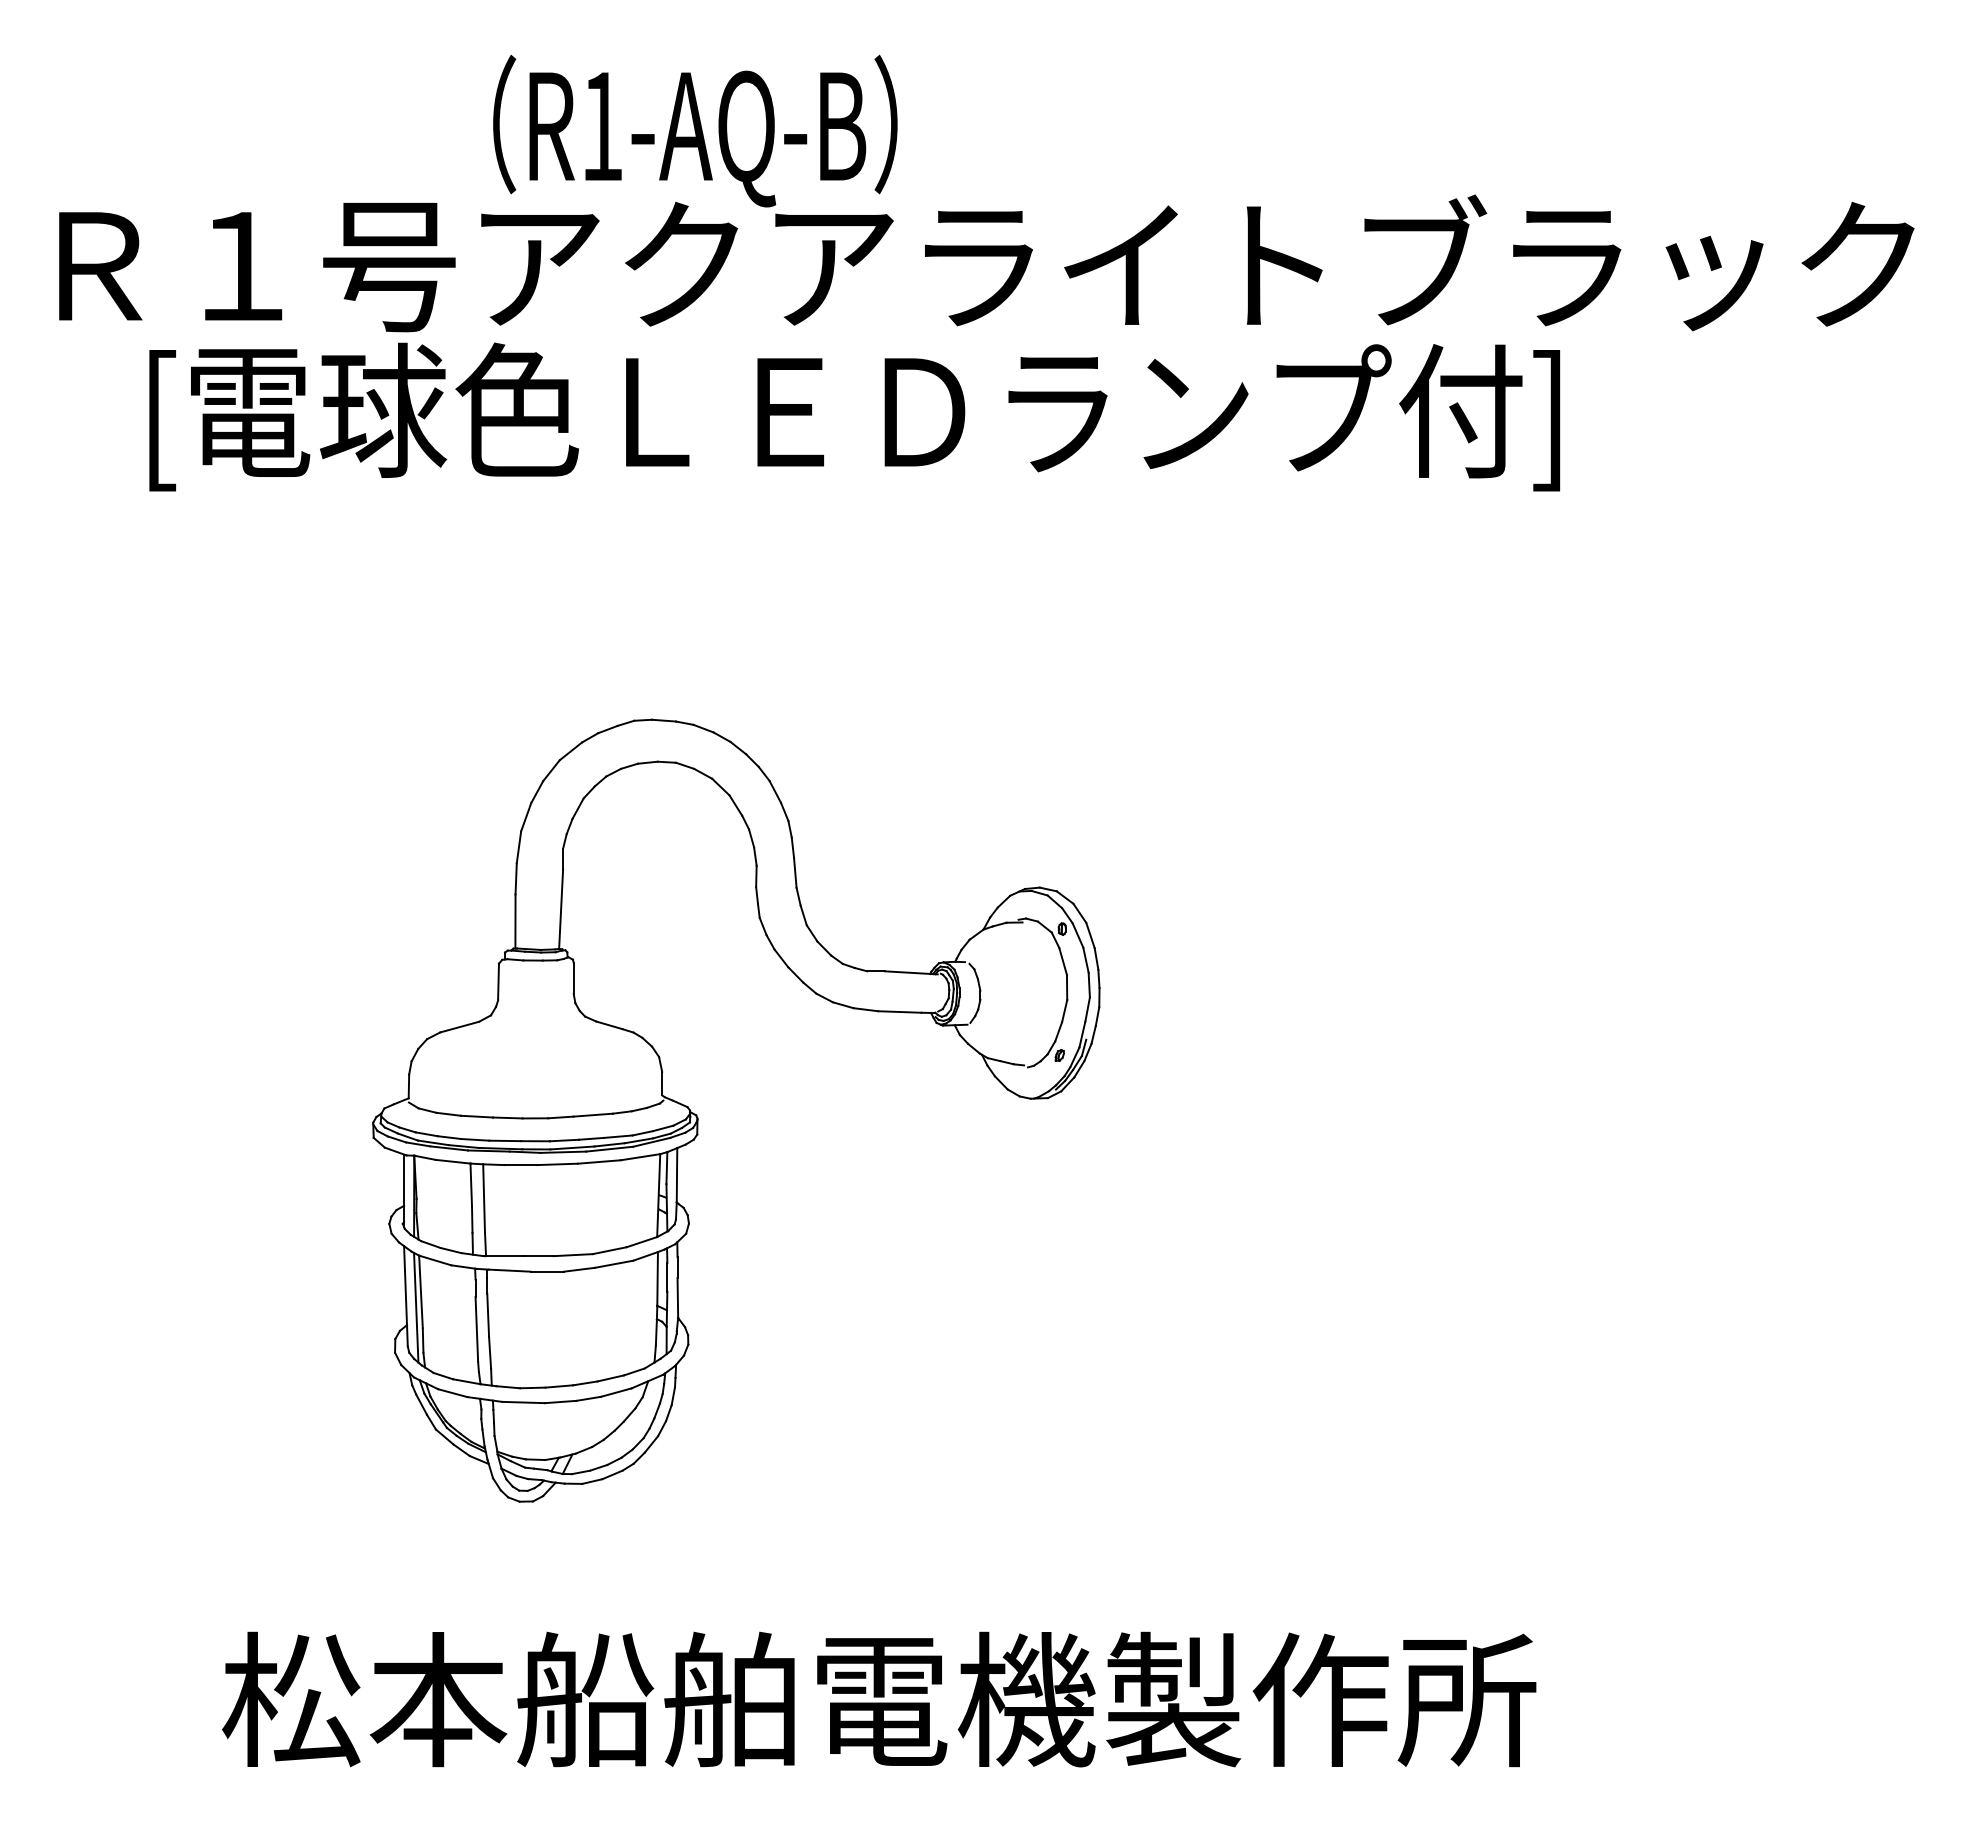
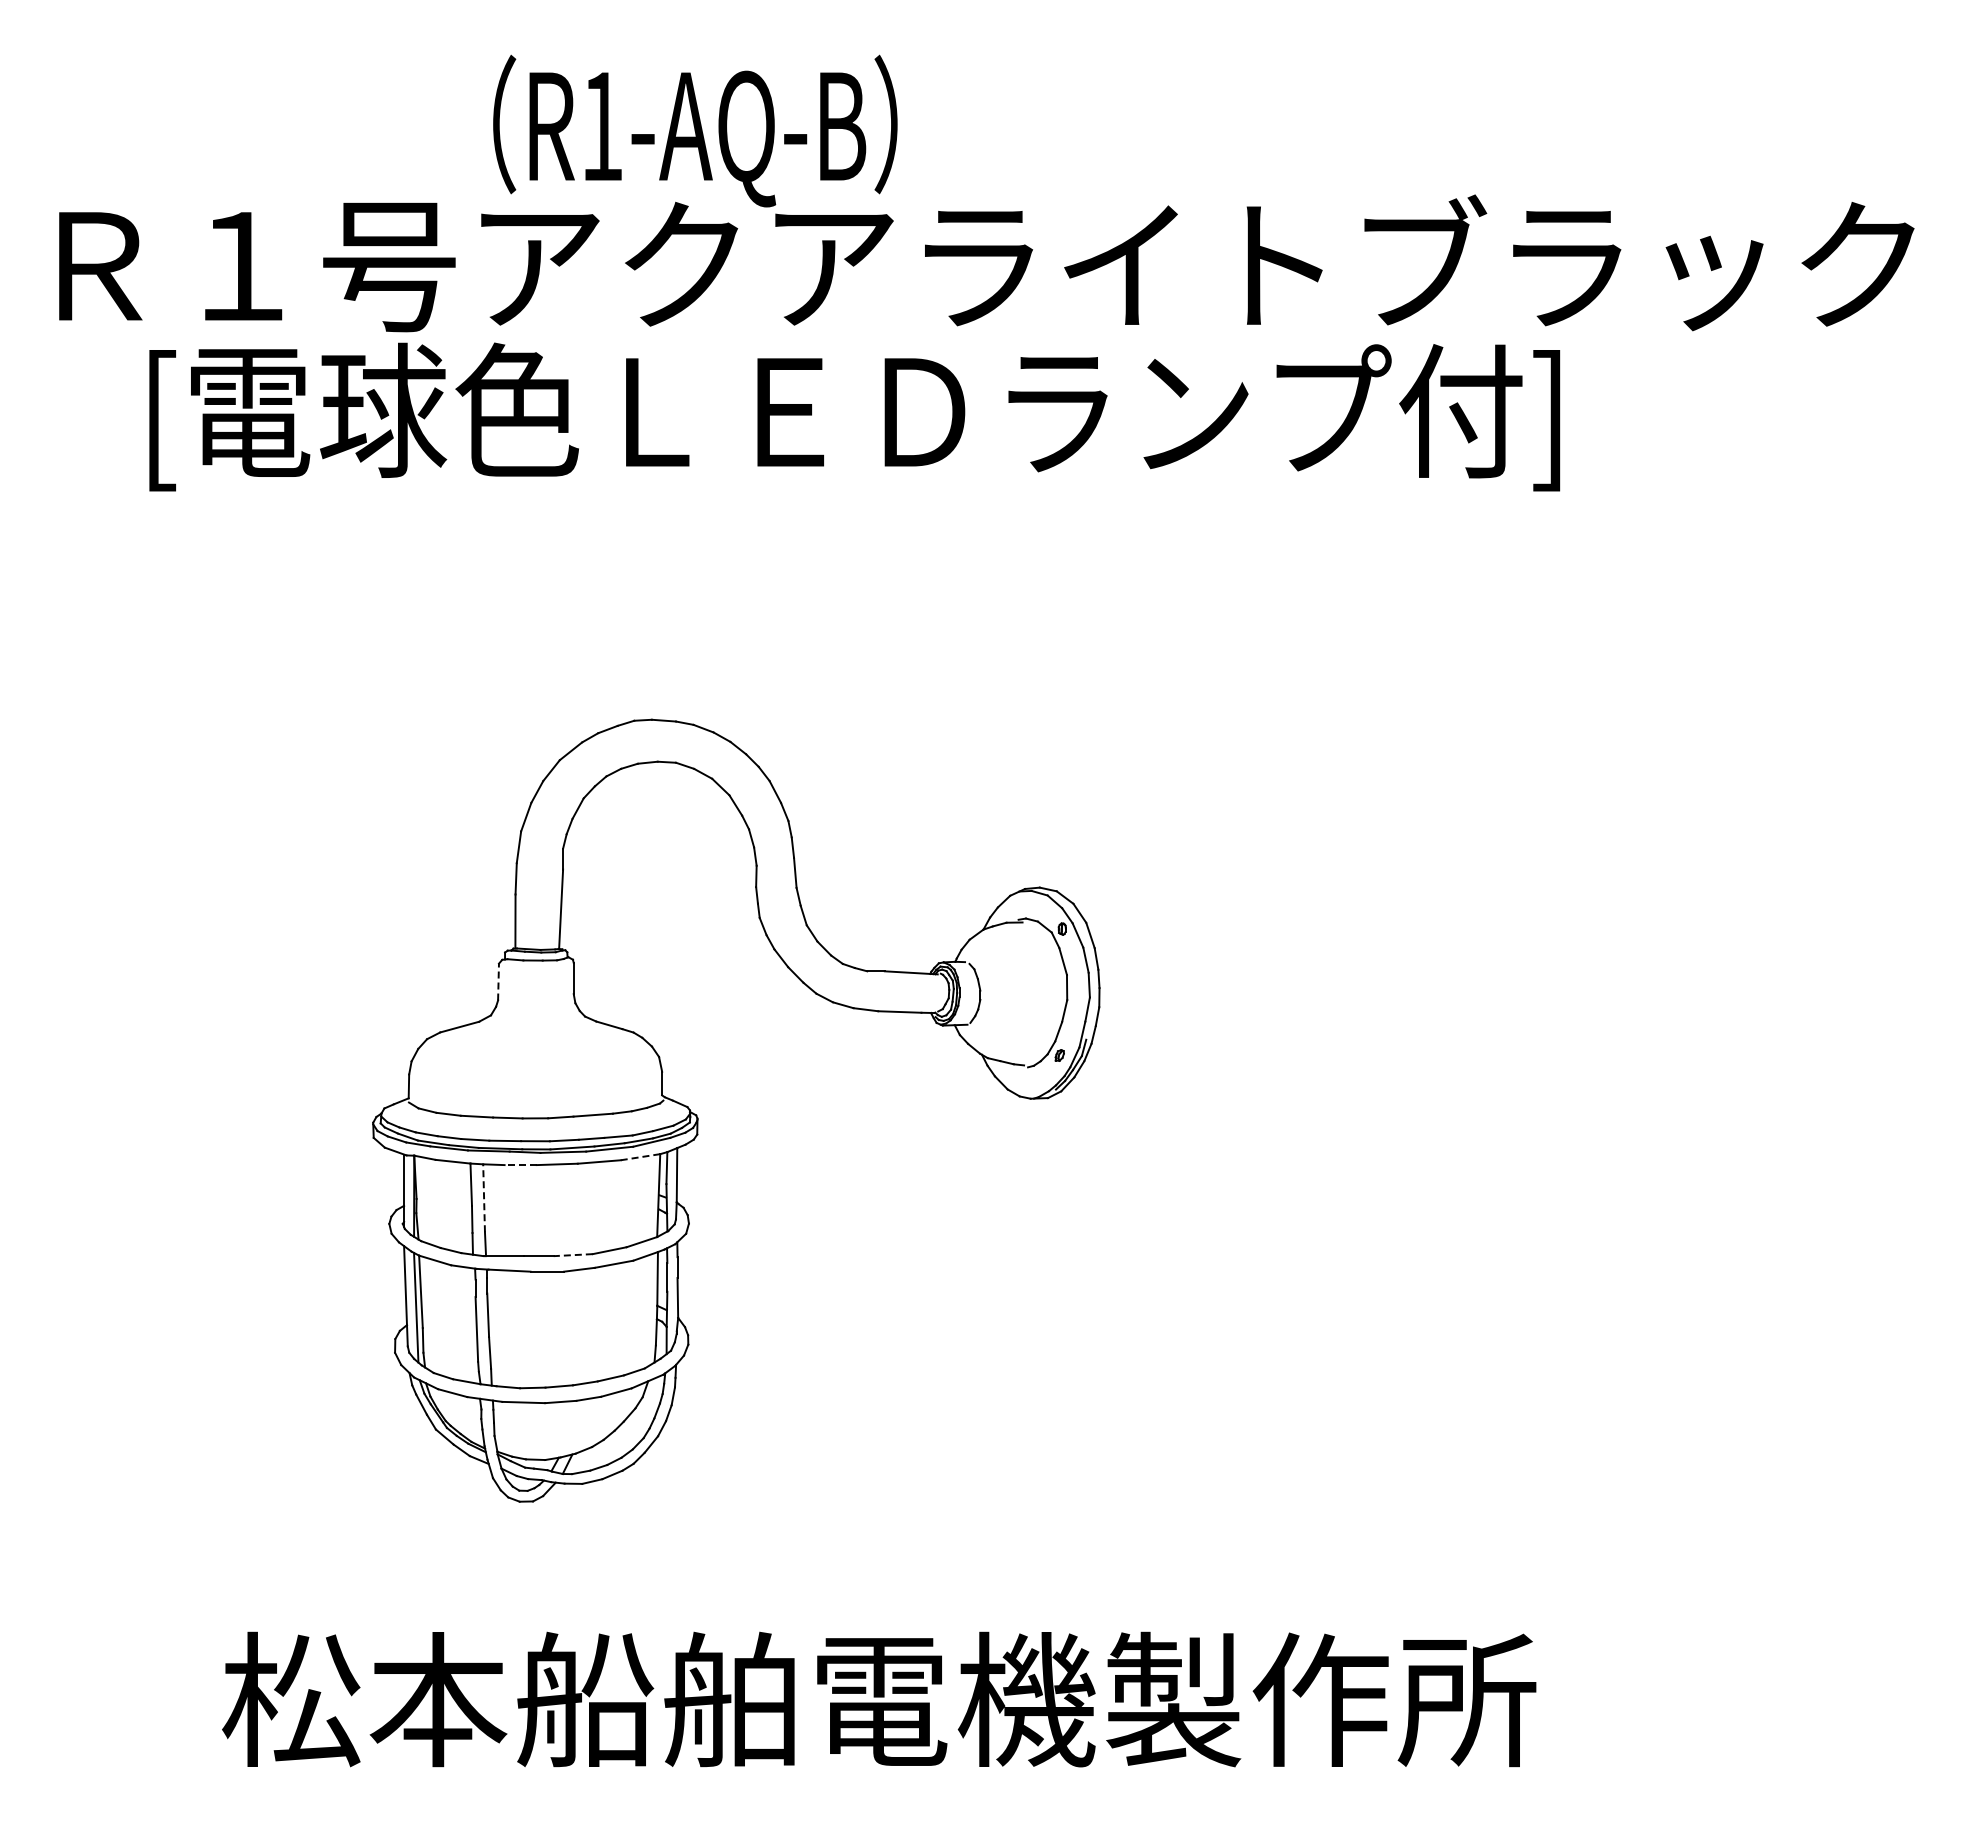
line at (498, 981): solid -> dashed
line at (640, 1157): solid -> dashed
line at (520, 1165): solid -> dashed
line at (484, 1198): solid -> dashed
line at (573, 1255): solid -> dashed
